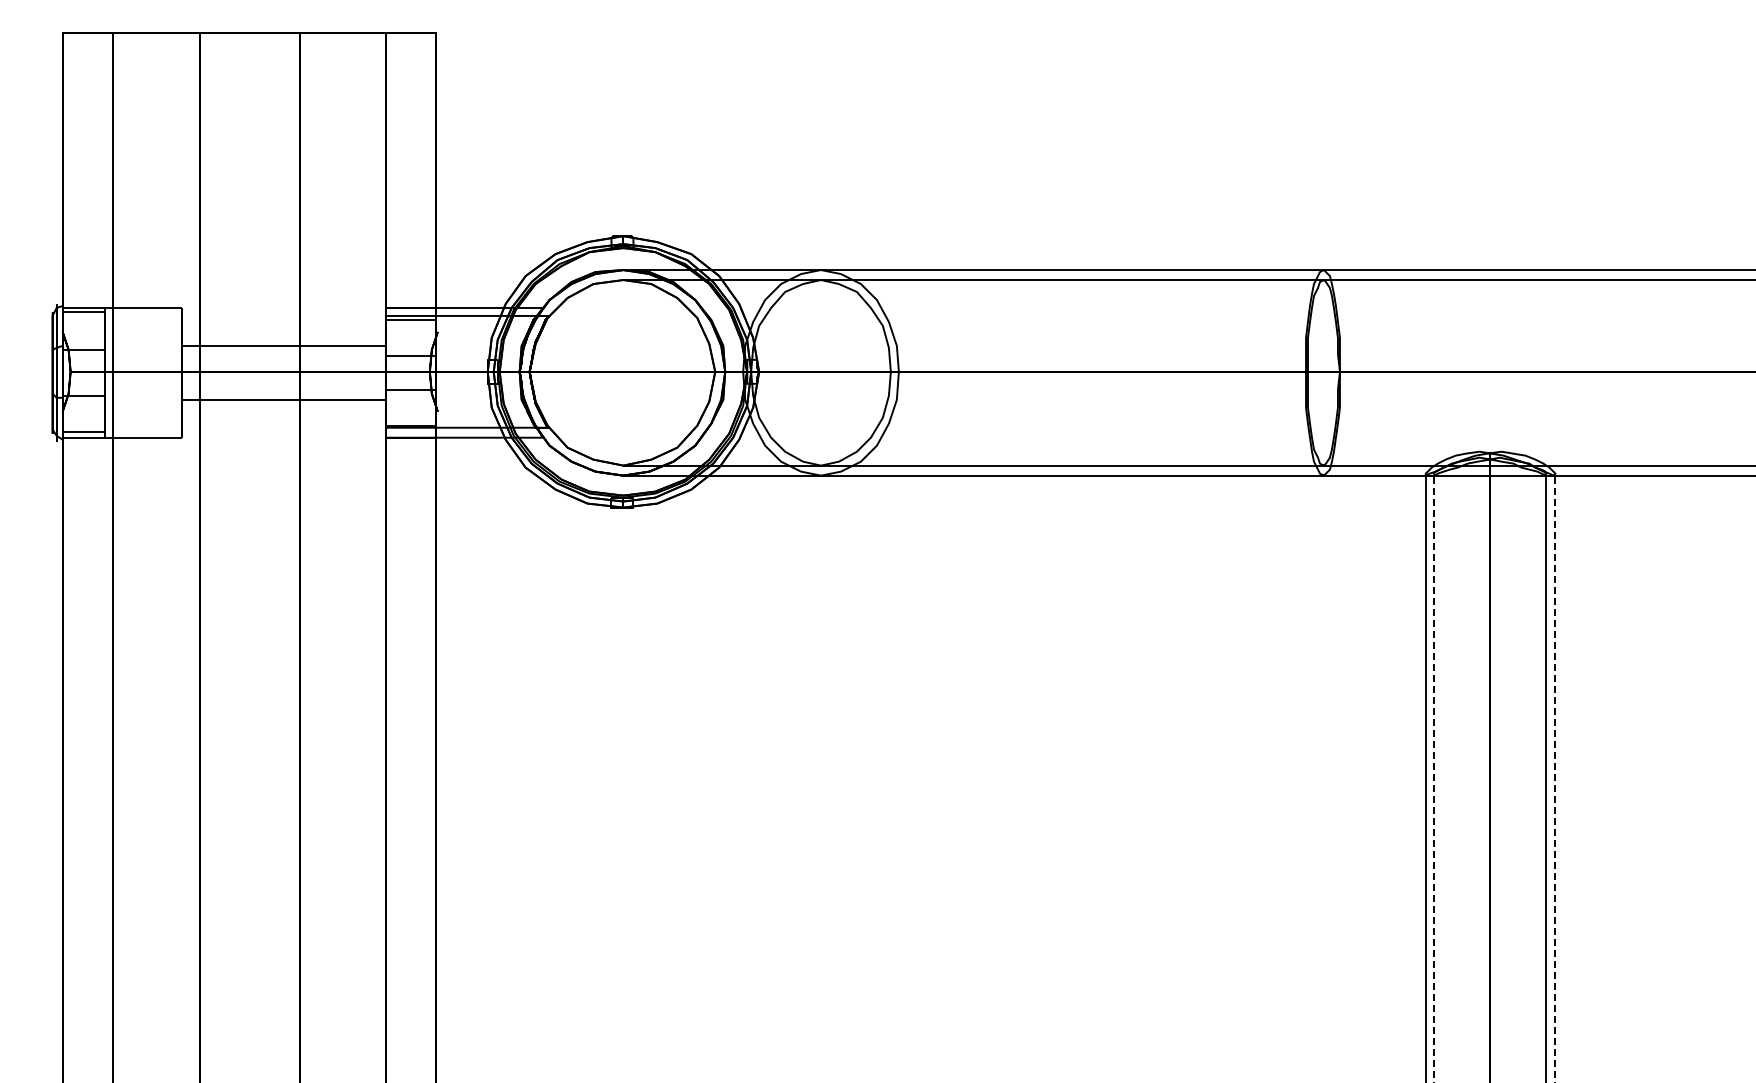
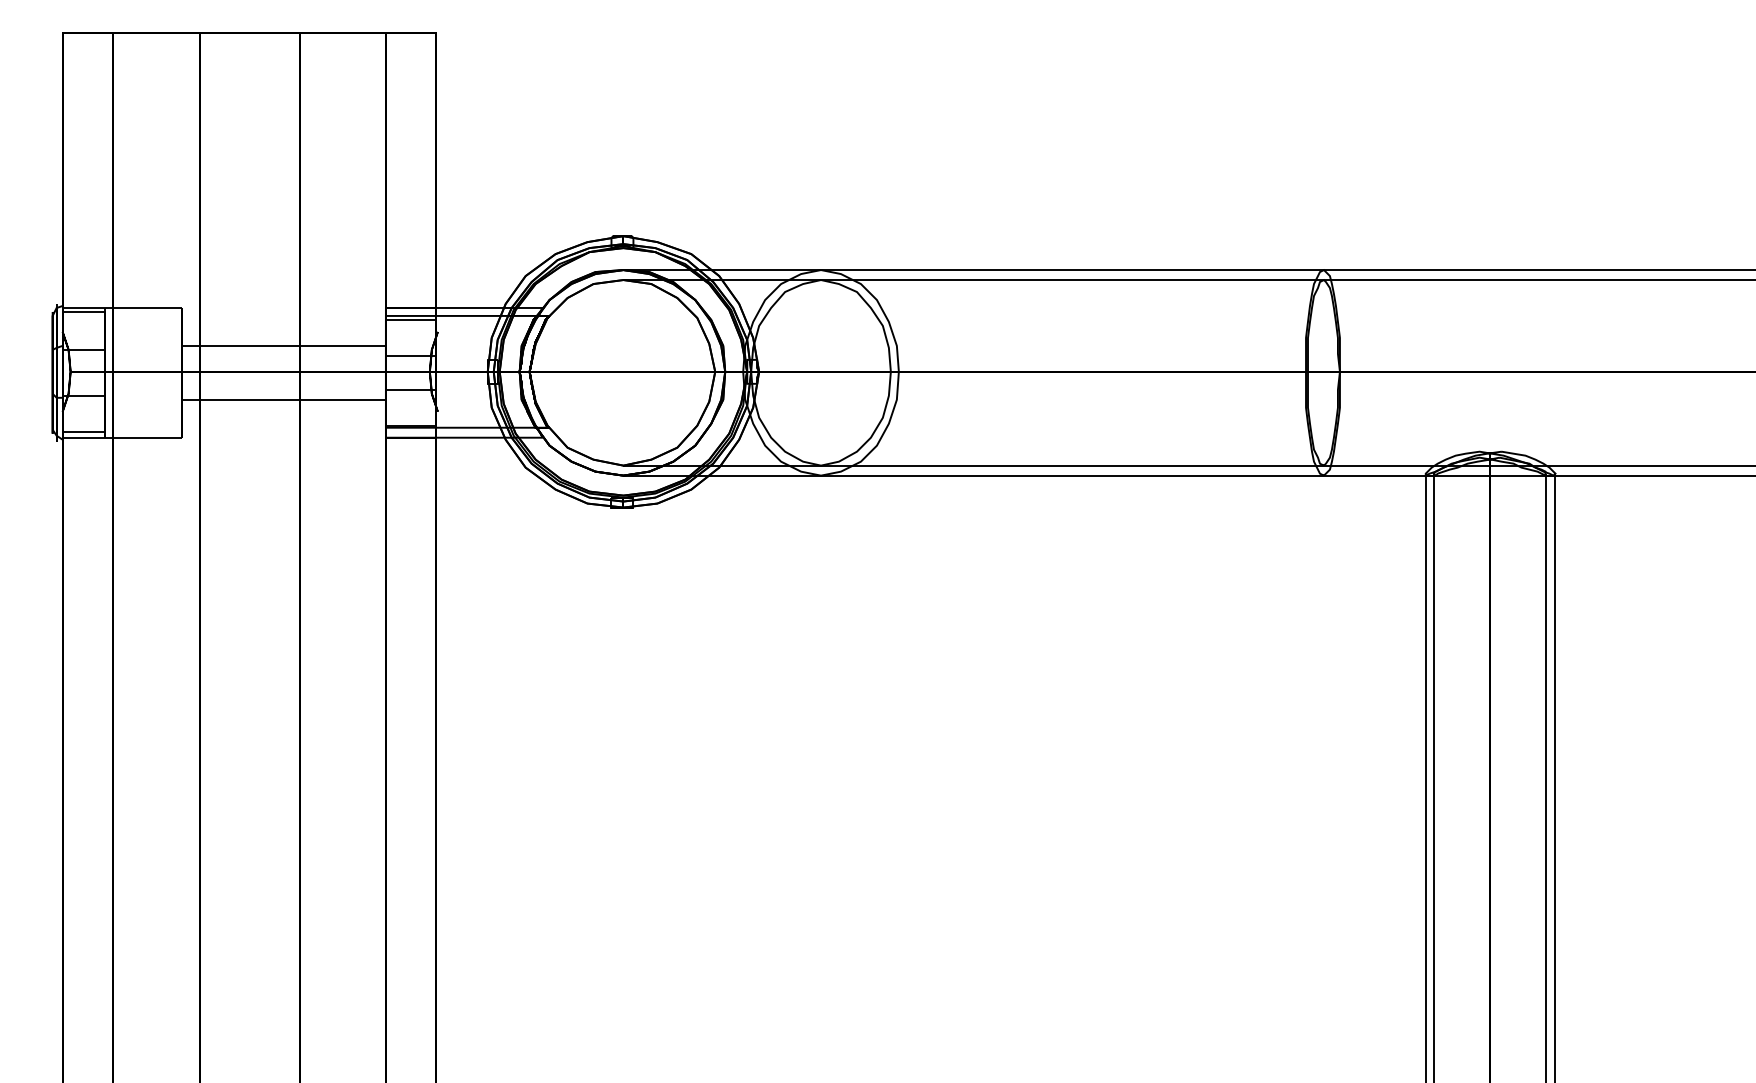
line at (1433, 777): dashed -> solid
line at (1555, 777): dashed -> solid
